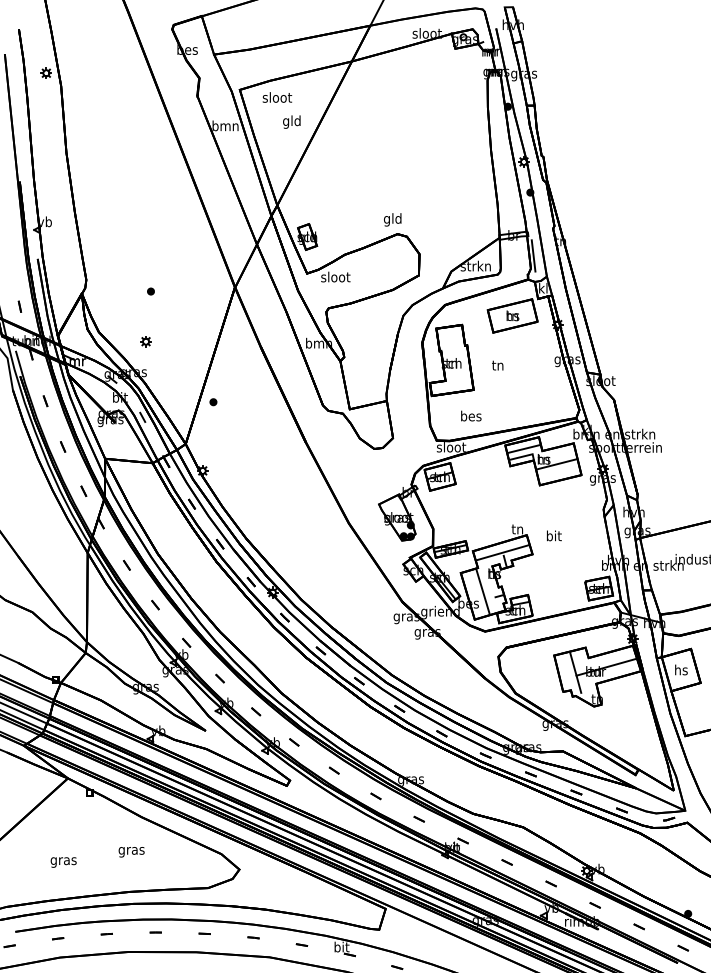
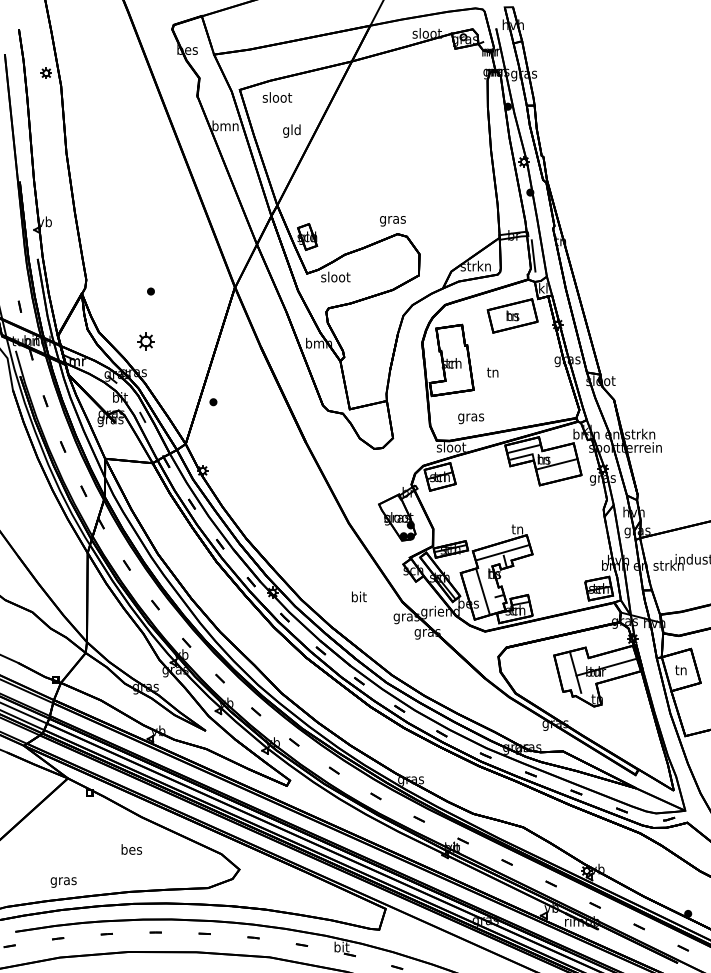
text at (291, 121) position: (291, 121) -> (291, 130)
text at (392, 219): gld -> gras
part at (145, 341) size: 12x12 px -> 18x19 px
text at (497, 365) position: (497, 365) -> (492, 372)
text at (471, 417): bes -> gras
text at (554, 535) position: (554, 535) -> (359, 596)
text at (681, 669): hs -> tn
text at (131, 850): gras -> bes
text at (63, 862) position: (63, 862) -> (63, 882)
